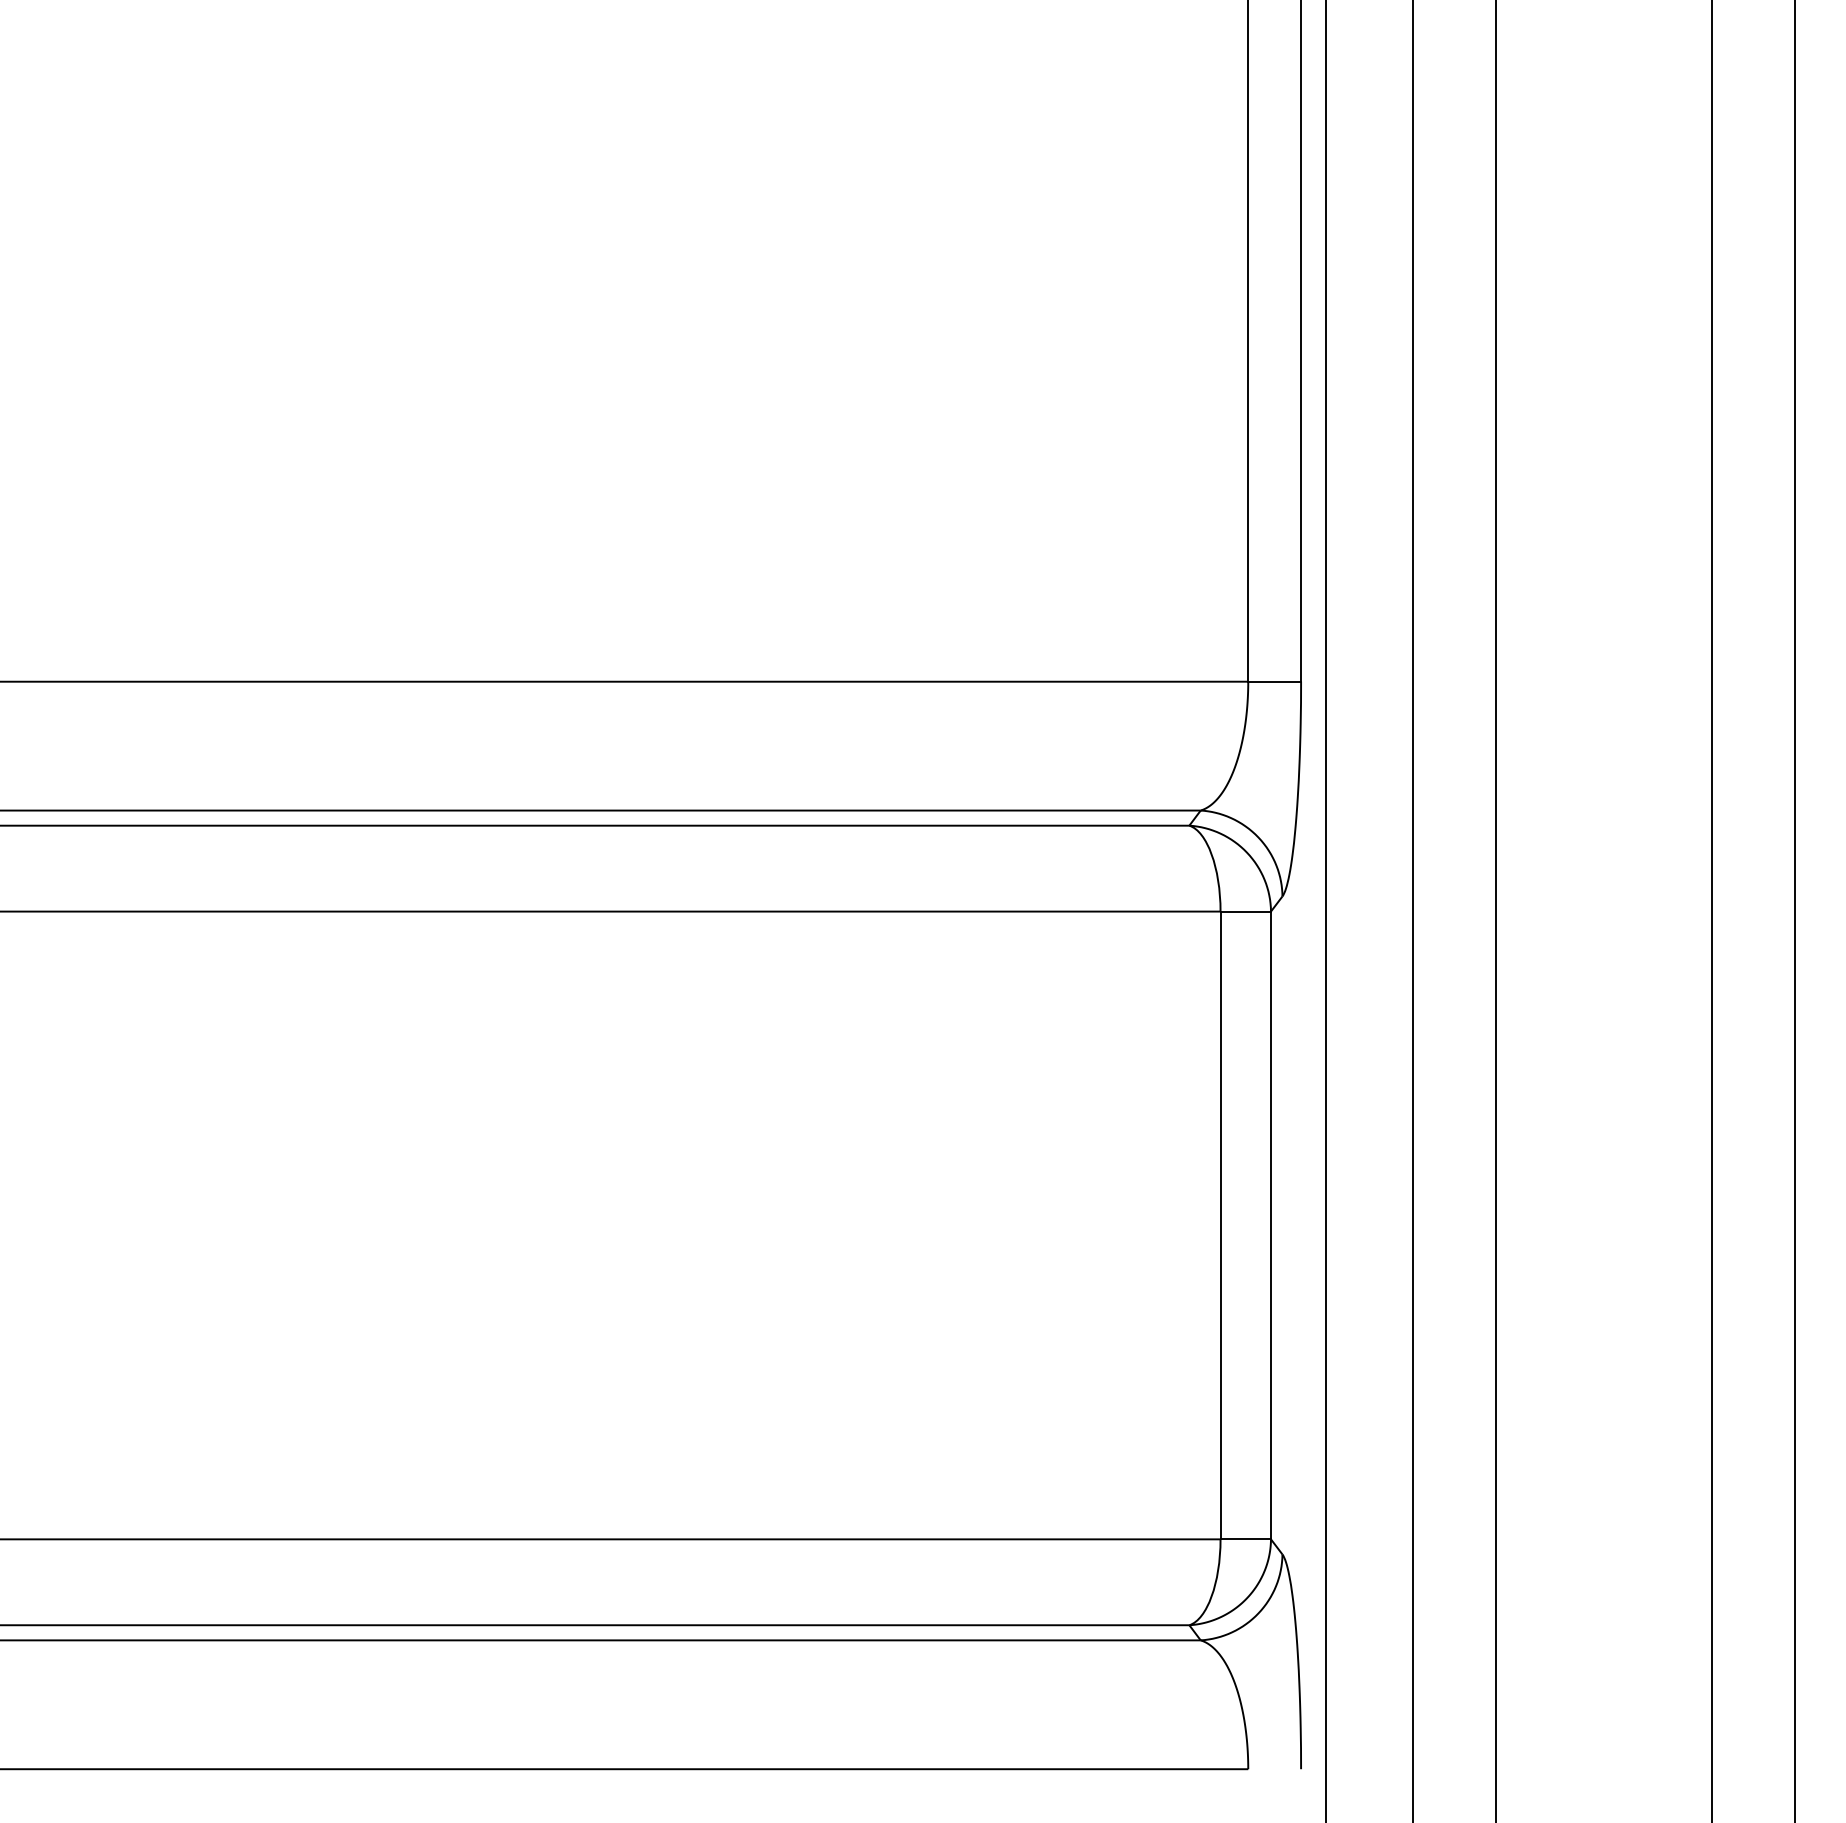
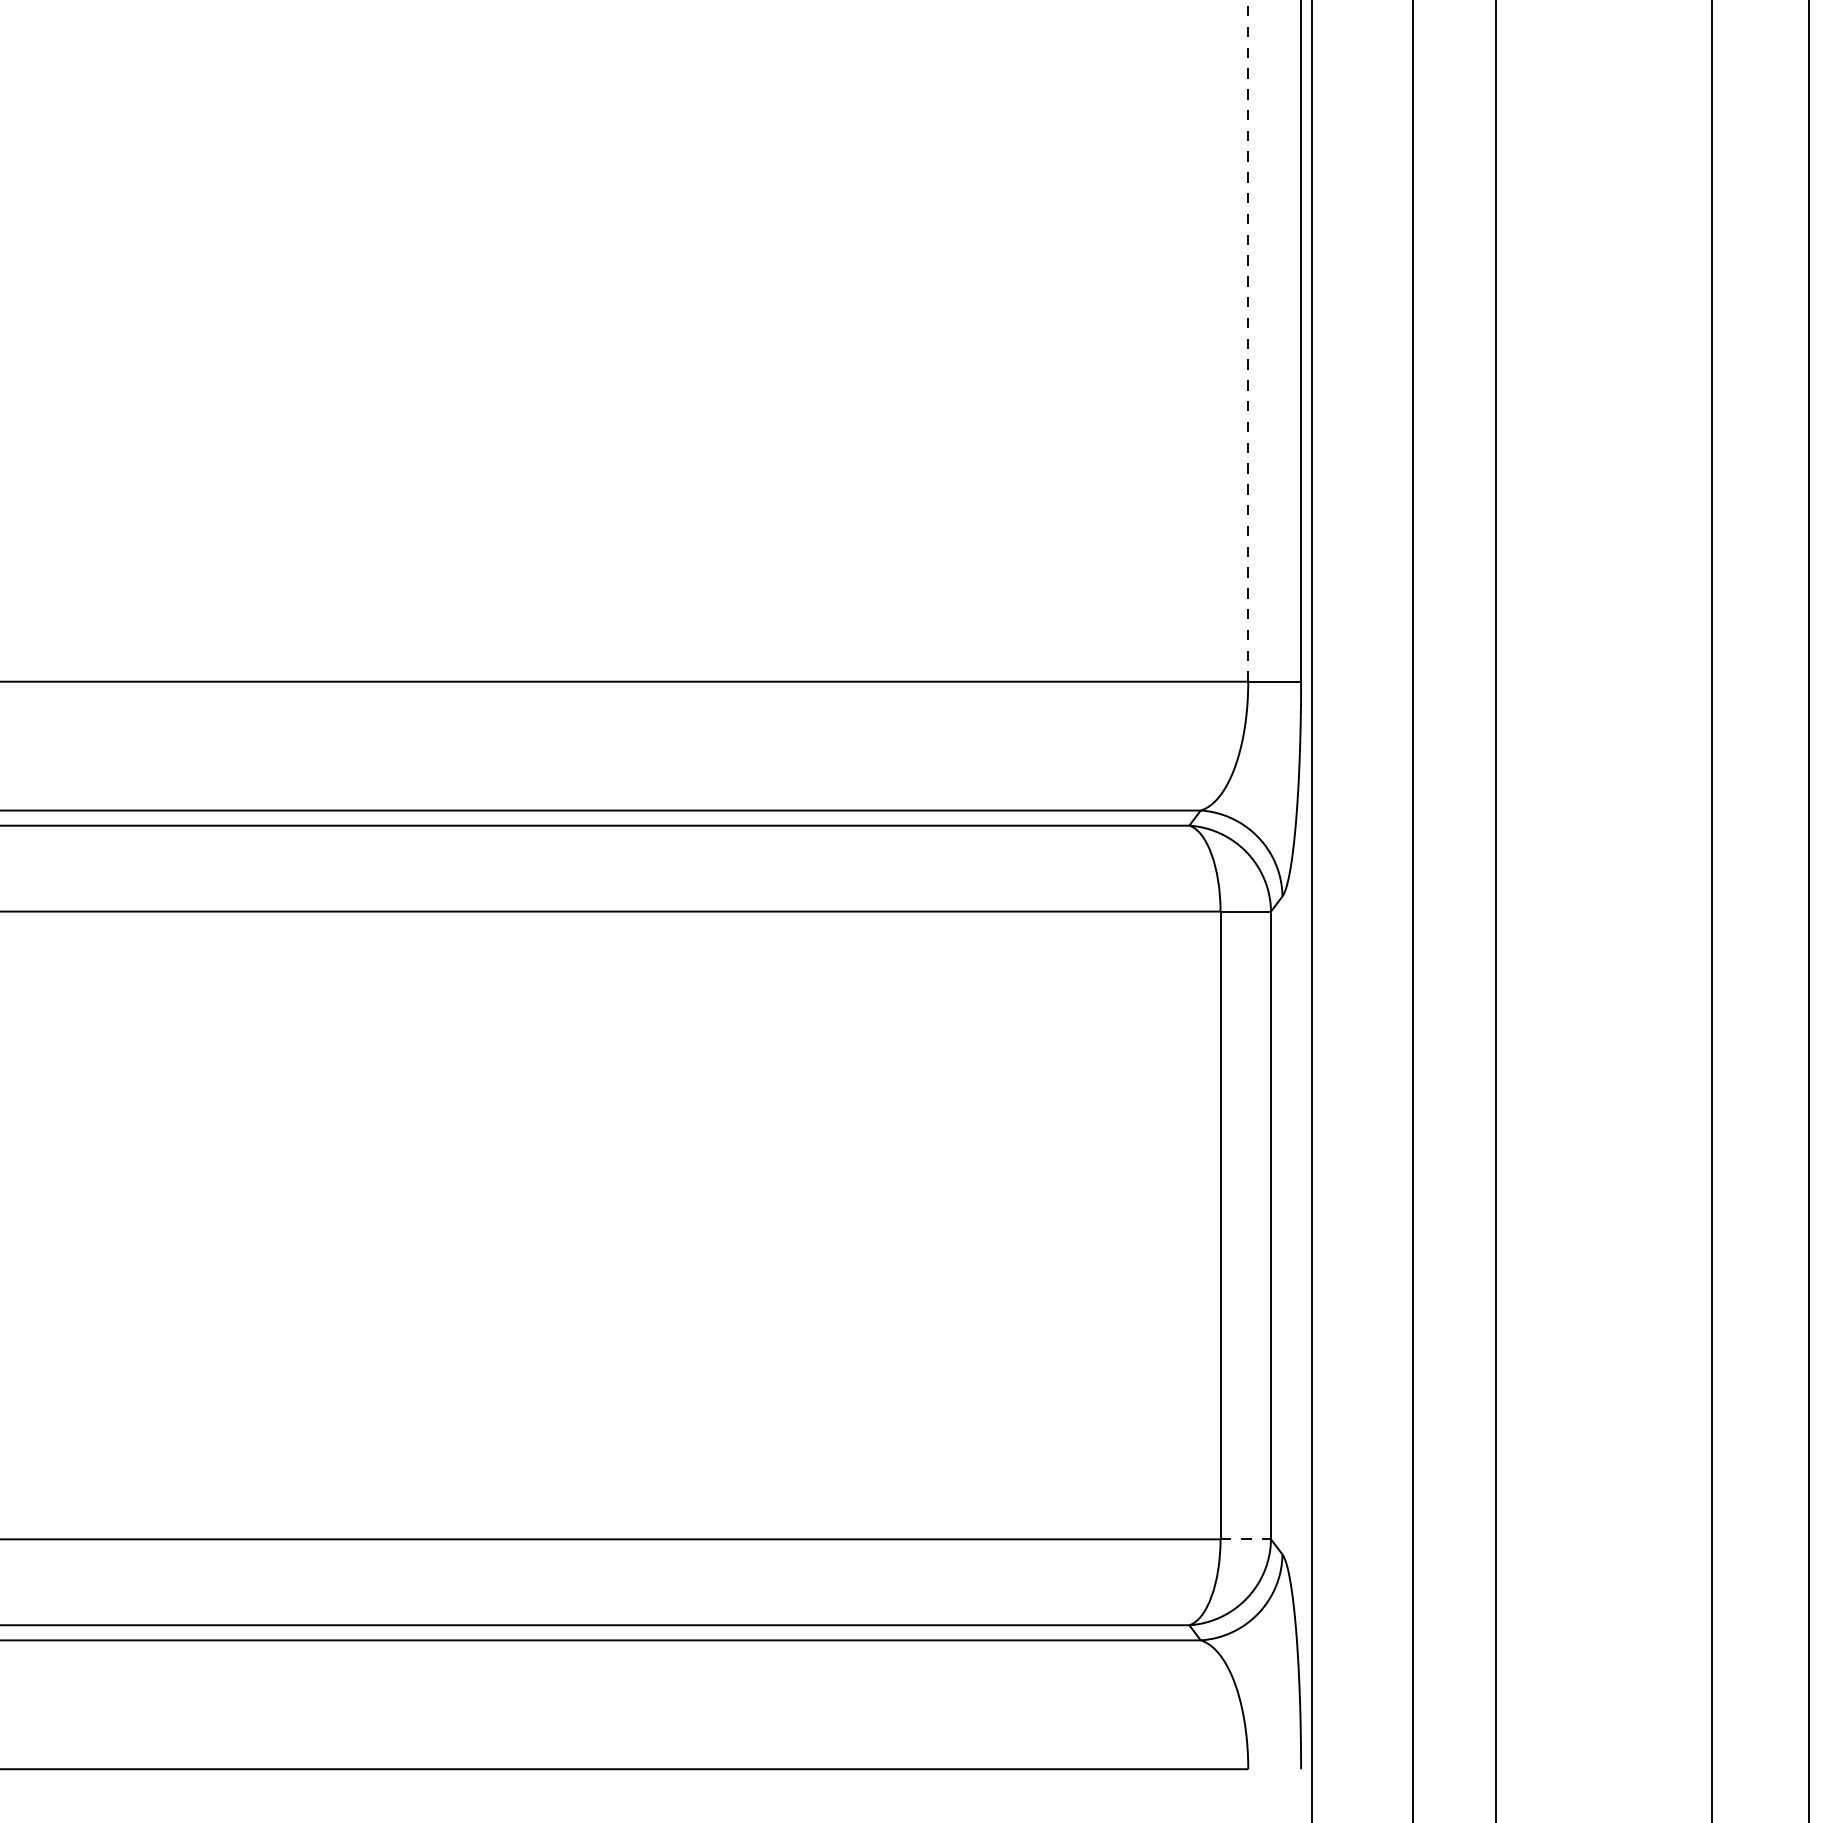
line at (1248, 340): solid -> dashed
line at (1326, 910) position: (1326, 910) -> (1312, 910)
line at (1795, 910) position: (1795, 910) -> (1809, 910)
line at (1246, 1539): solid -> dashed
